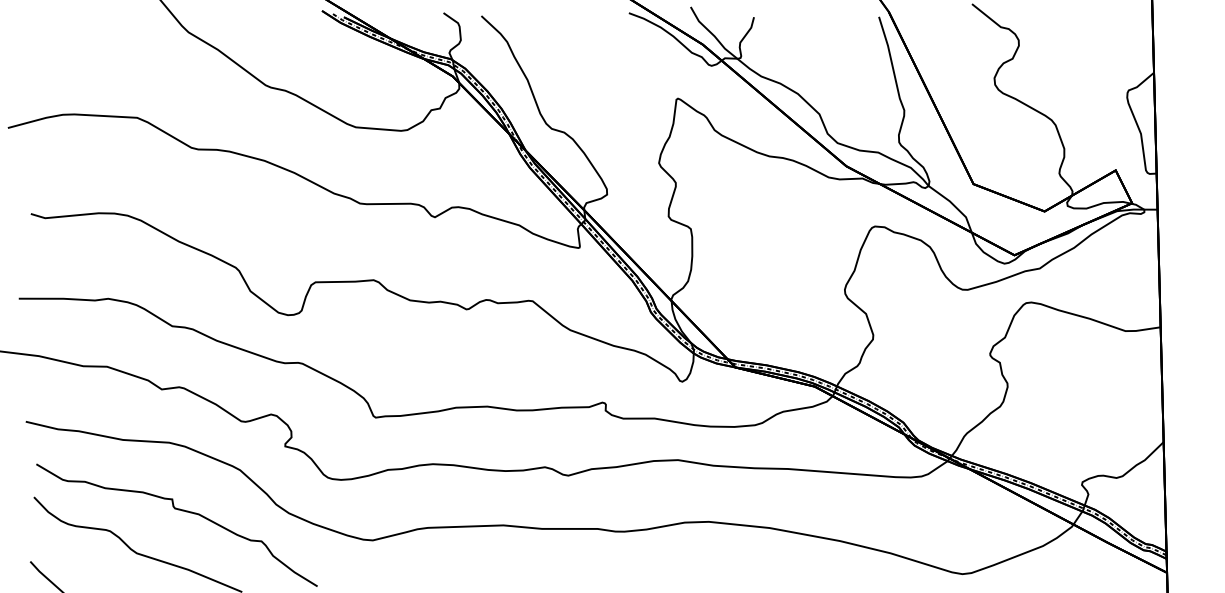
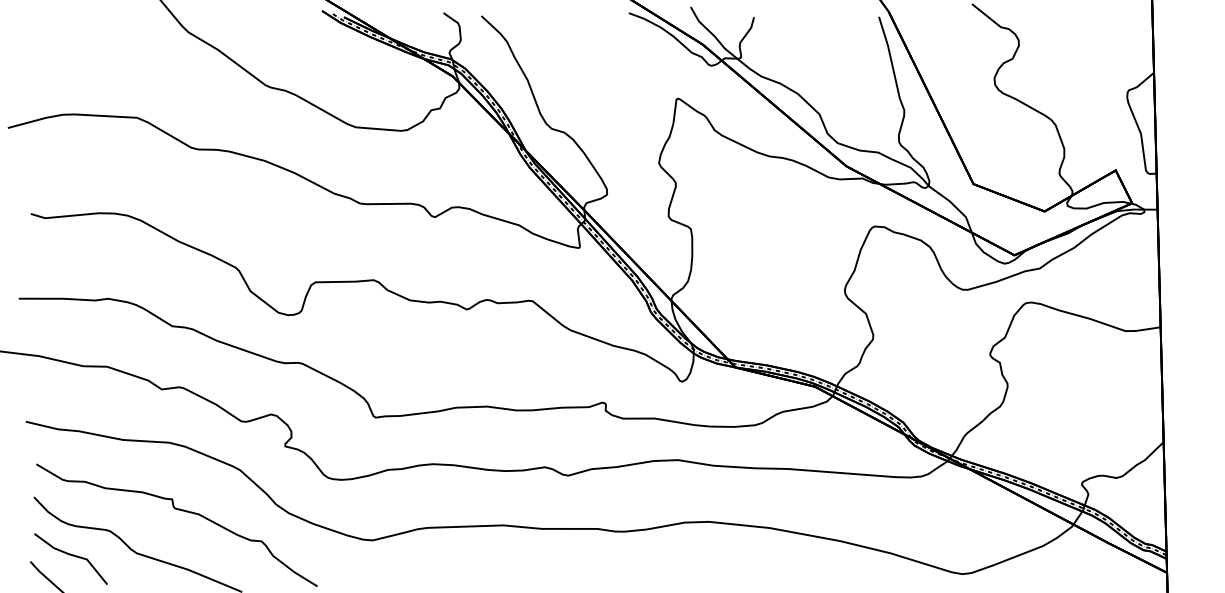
line at (72, 556): none -> present
